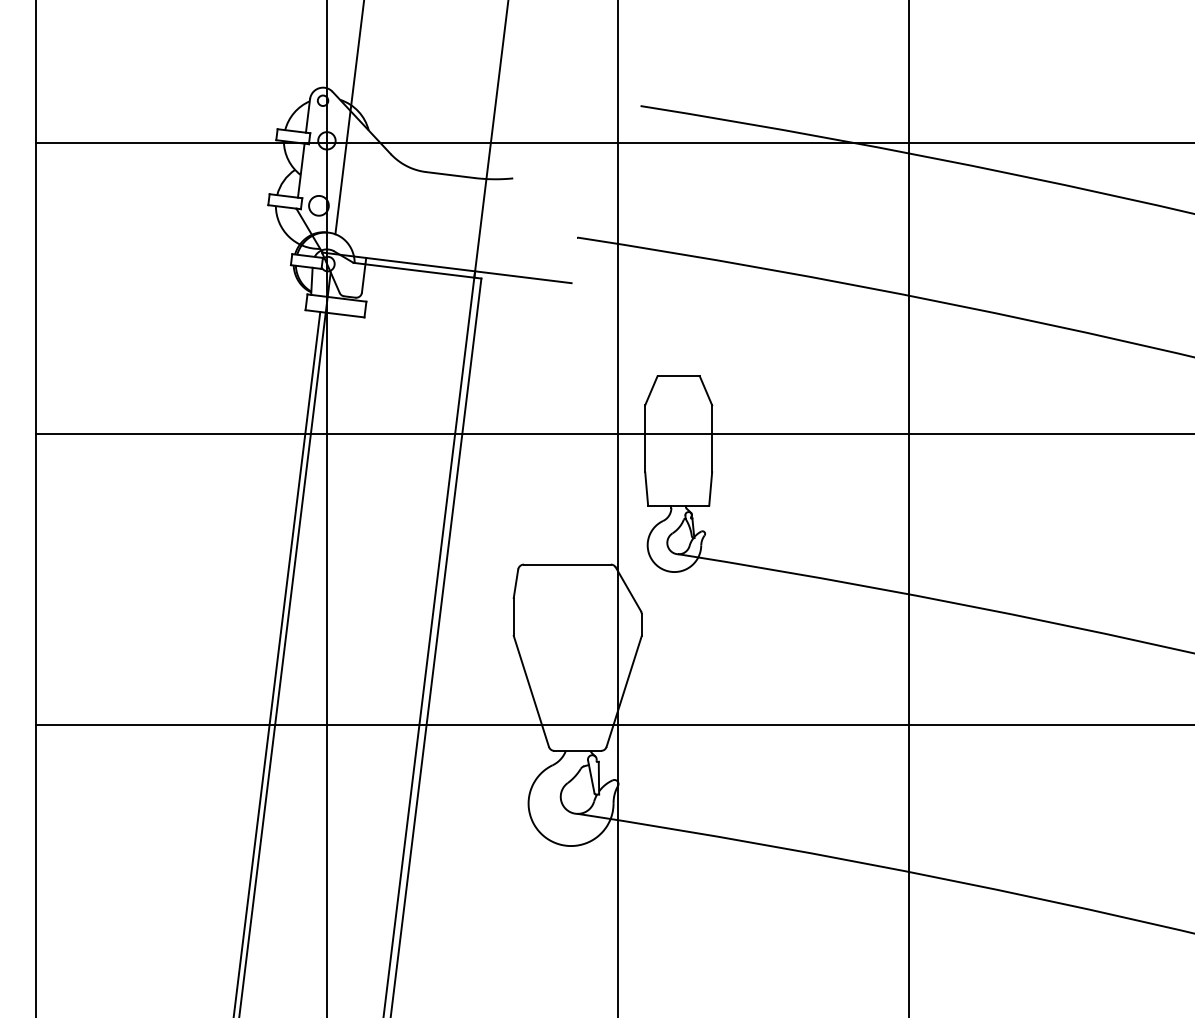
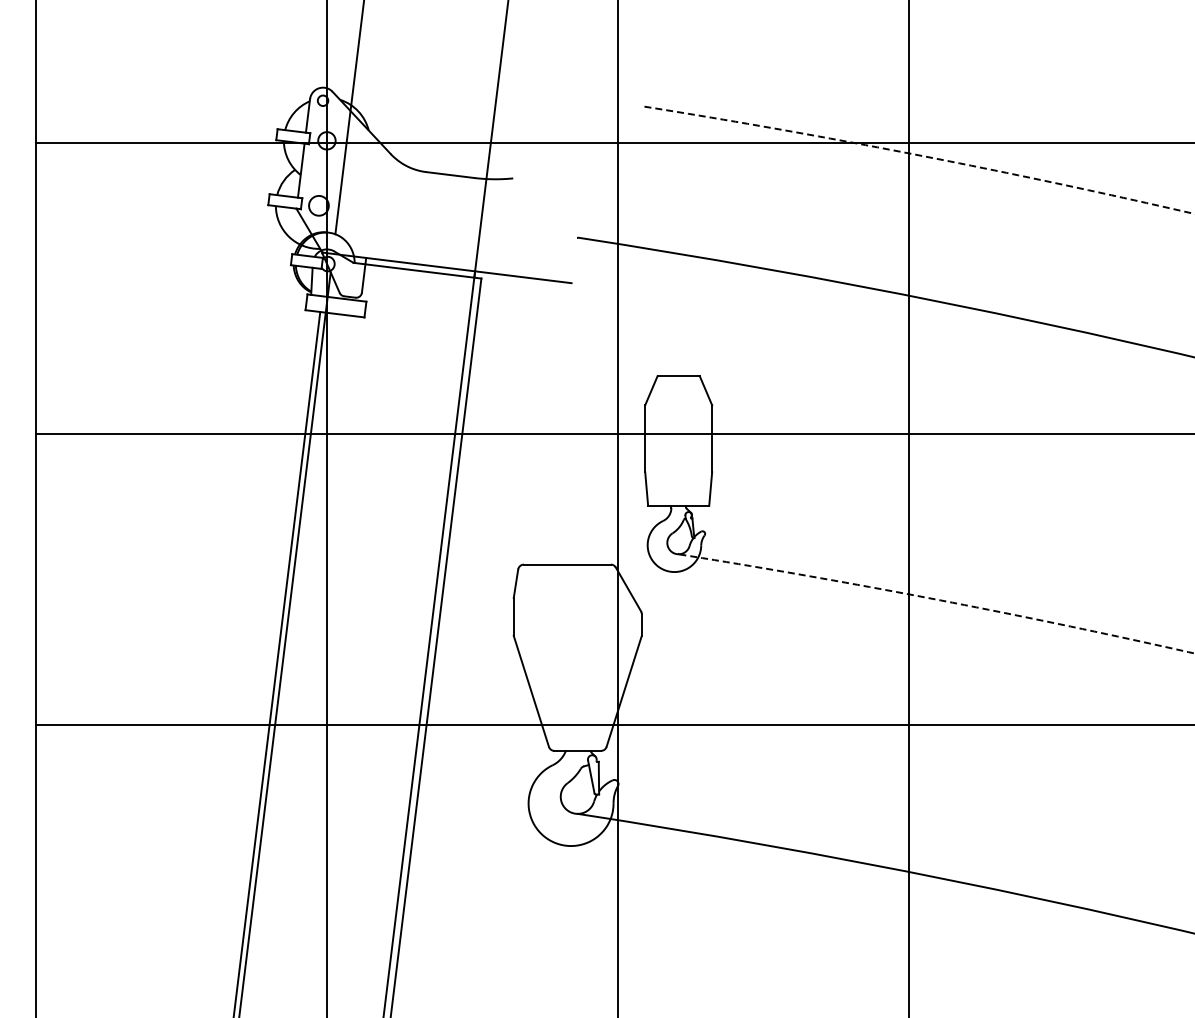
arc at (917, 155): solid -> dashed
arc at (937, 599): solid -> dashed
